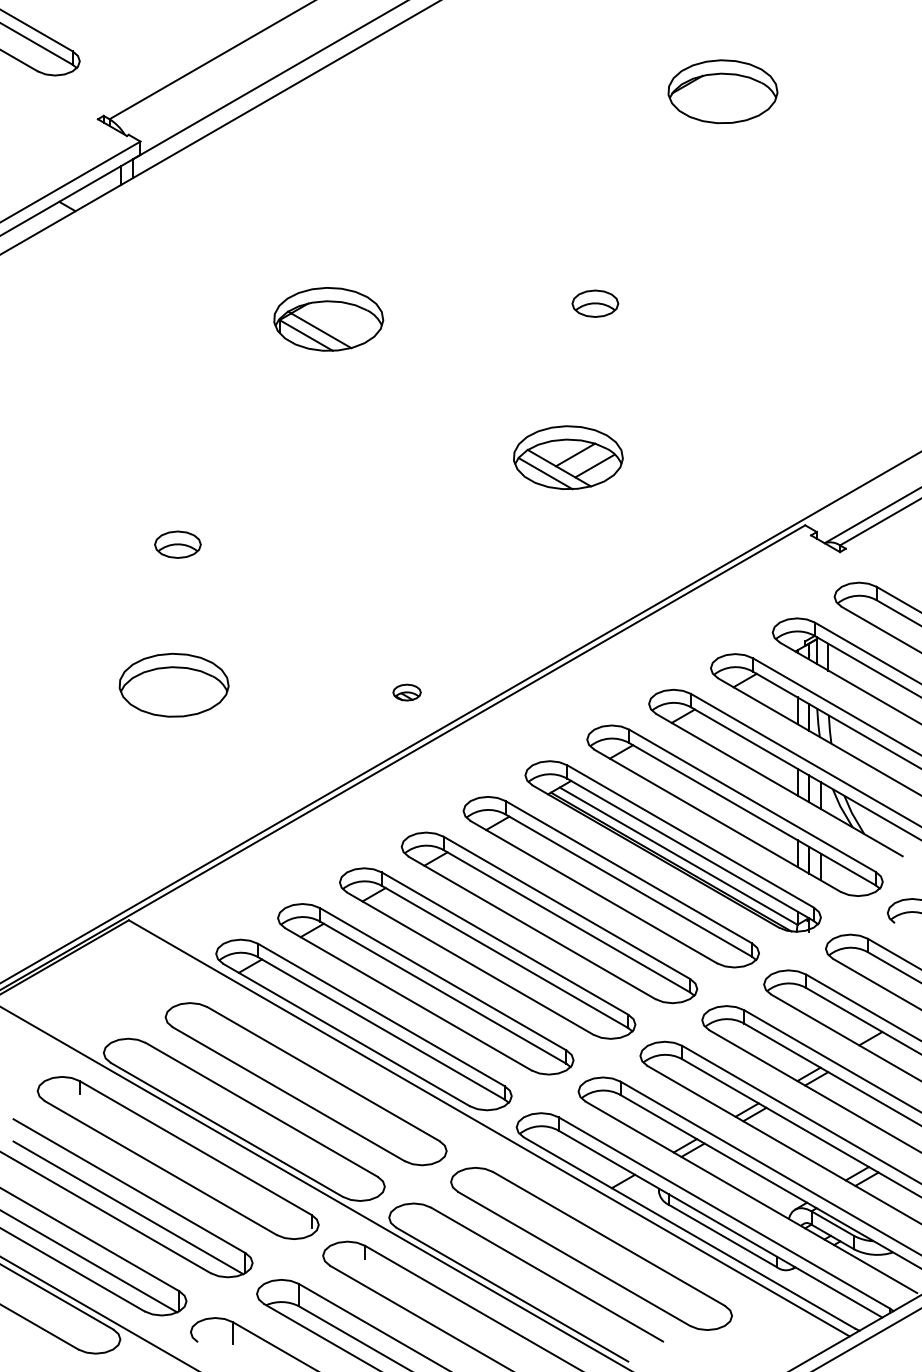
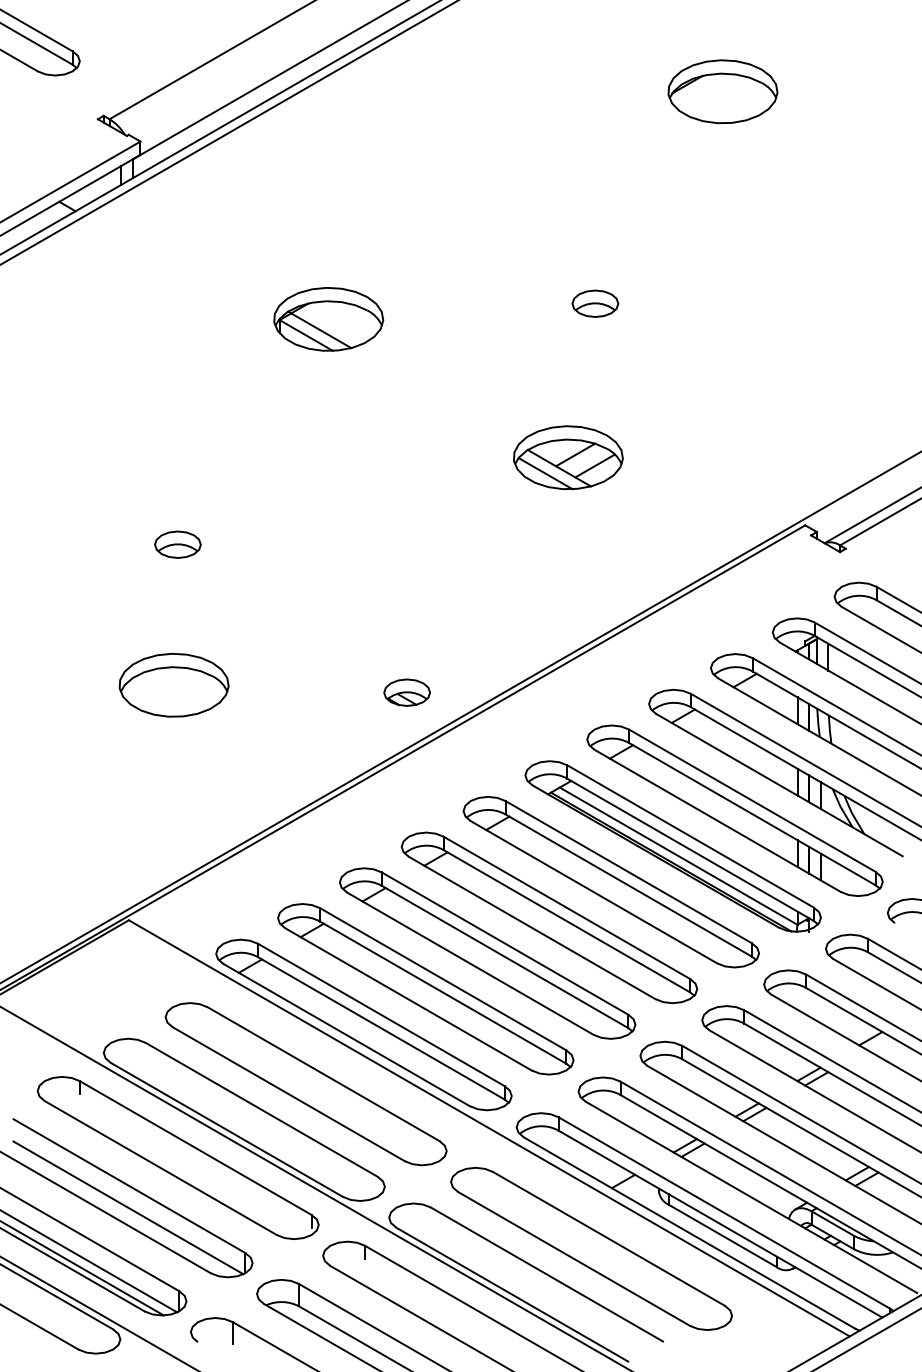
line at (228, 132): none -> present
part at (406, 692) size: 30x19 px -> 48x29 px
line at (82, 1268): none -> present
